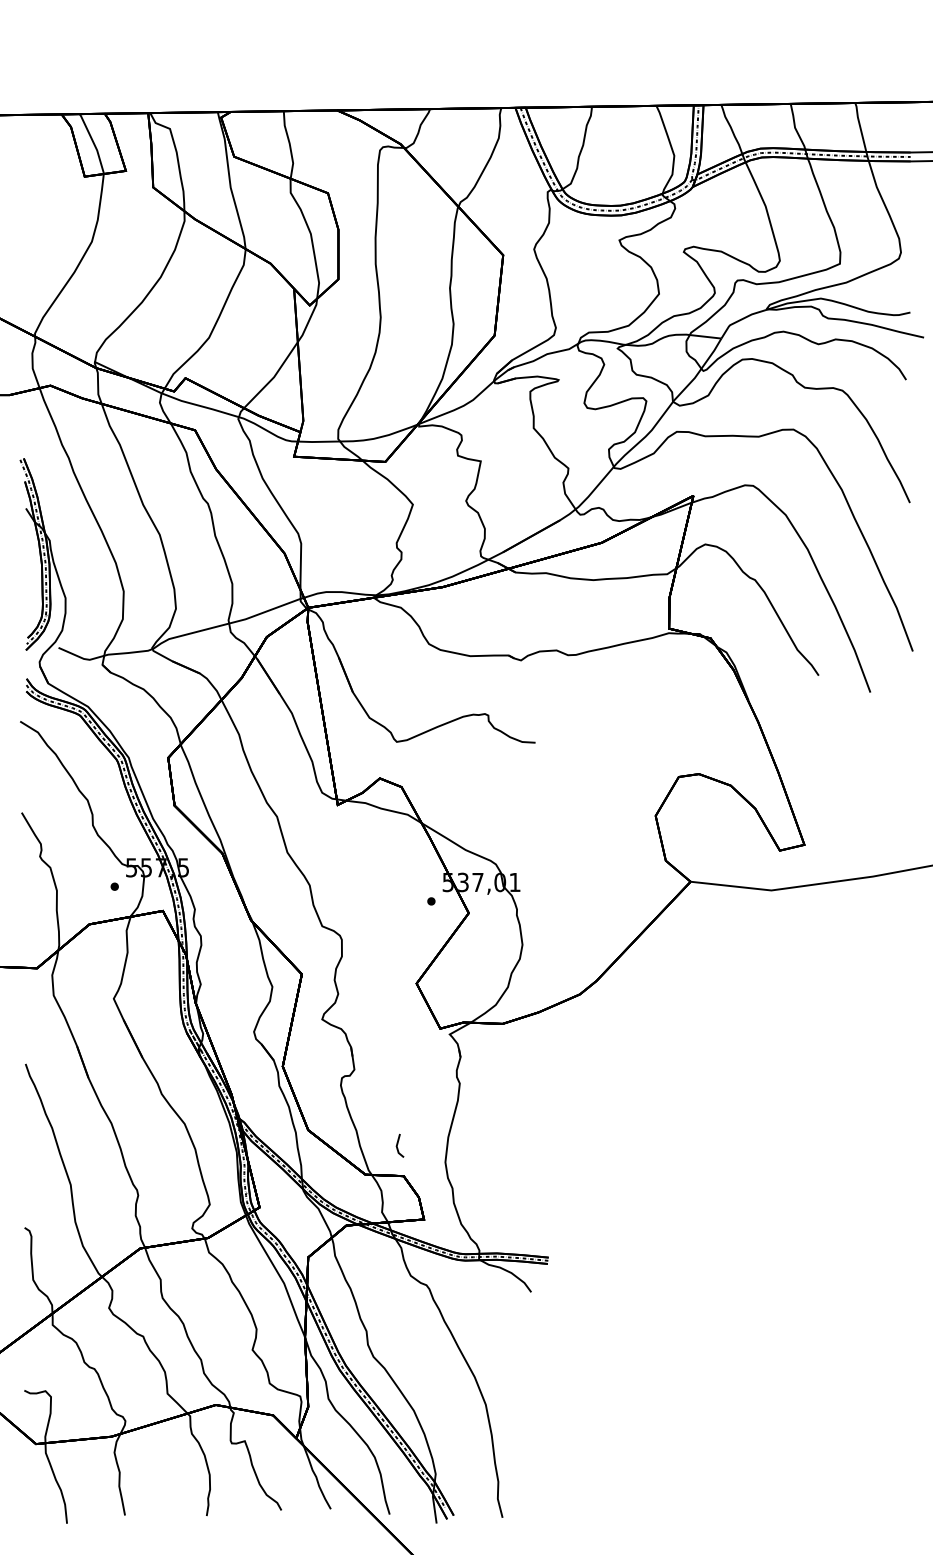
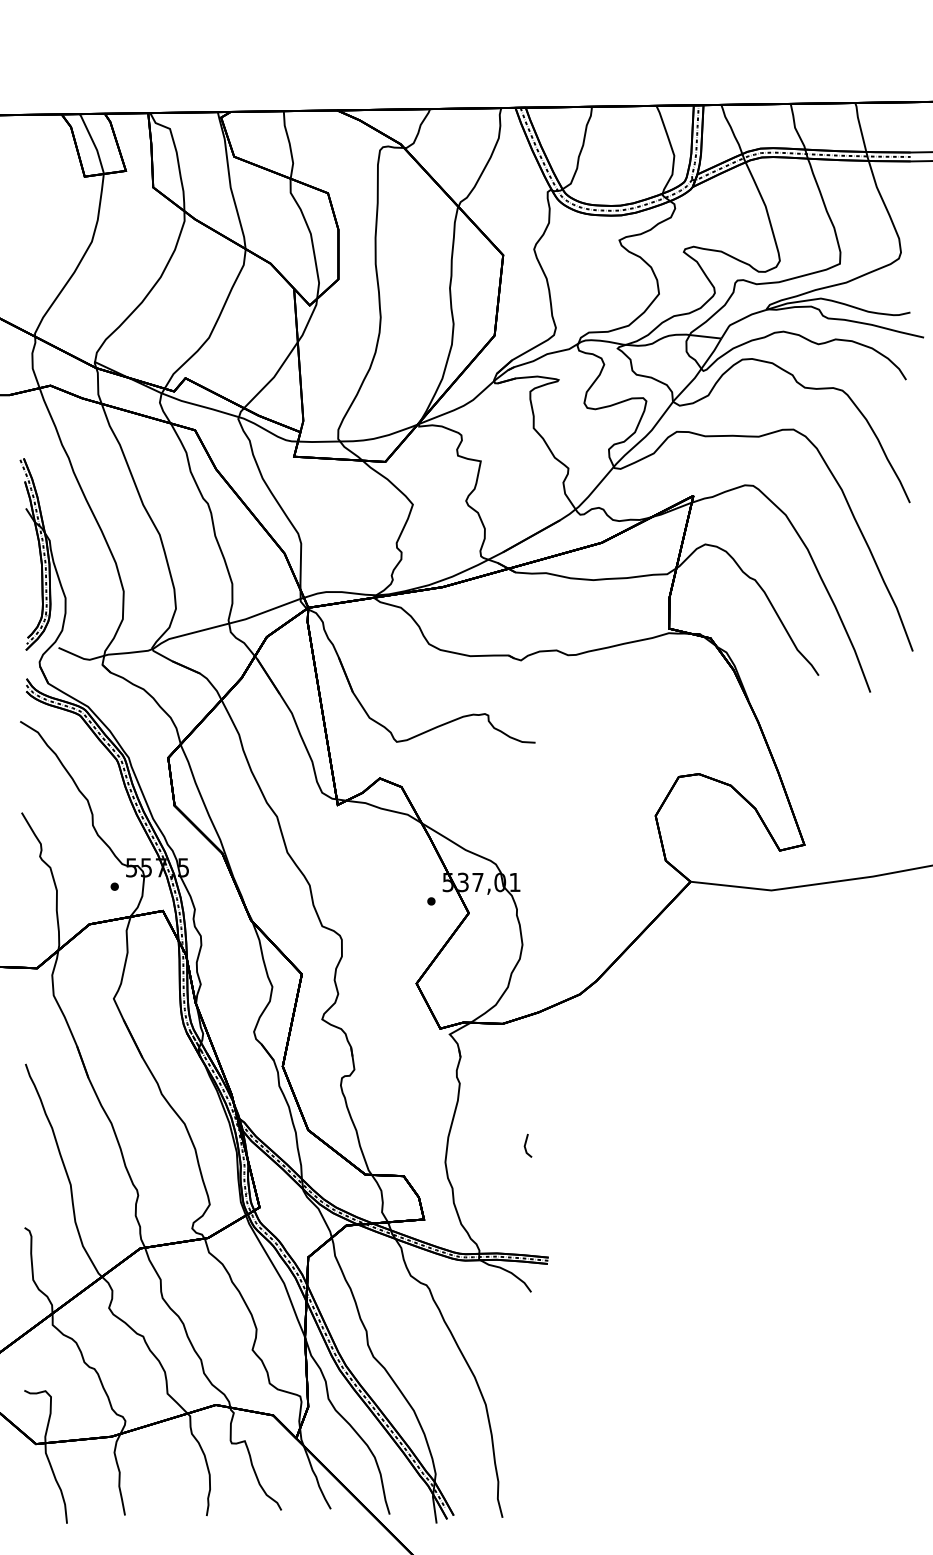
line at (398, 1144) position: (398, 1144) -> (526, 1144)
